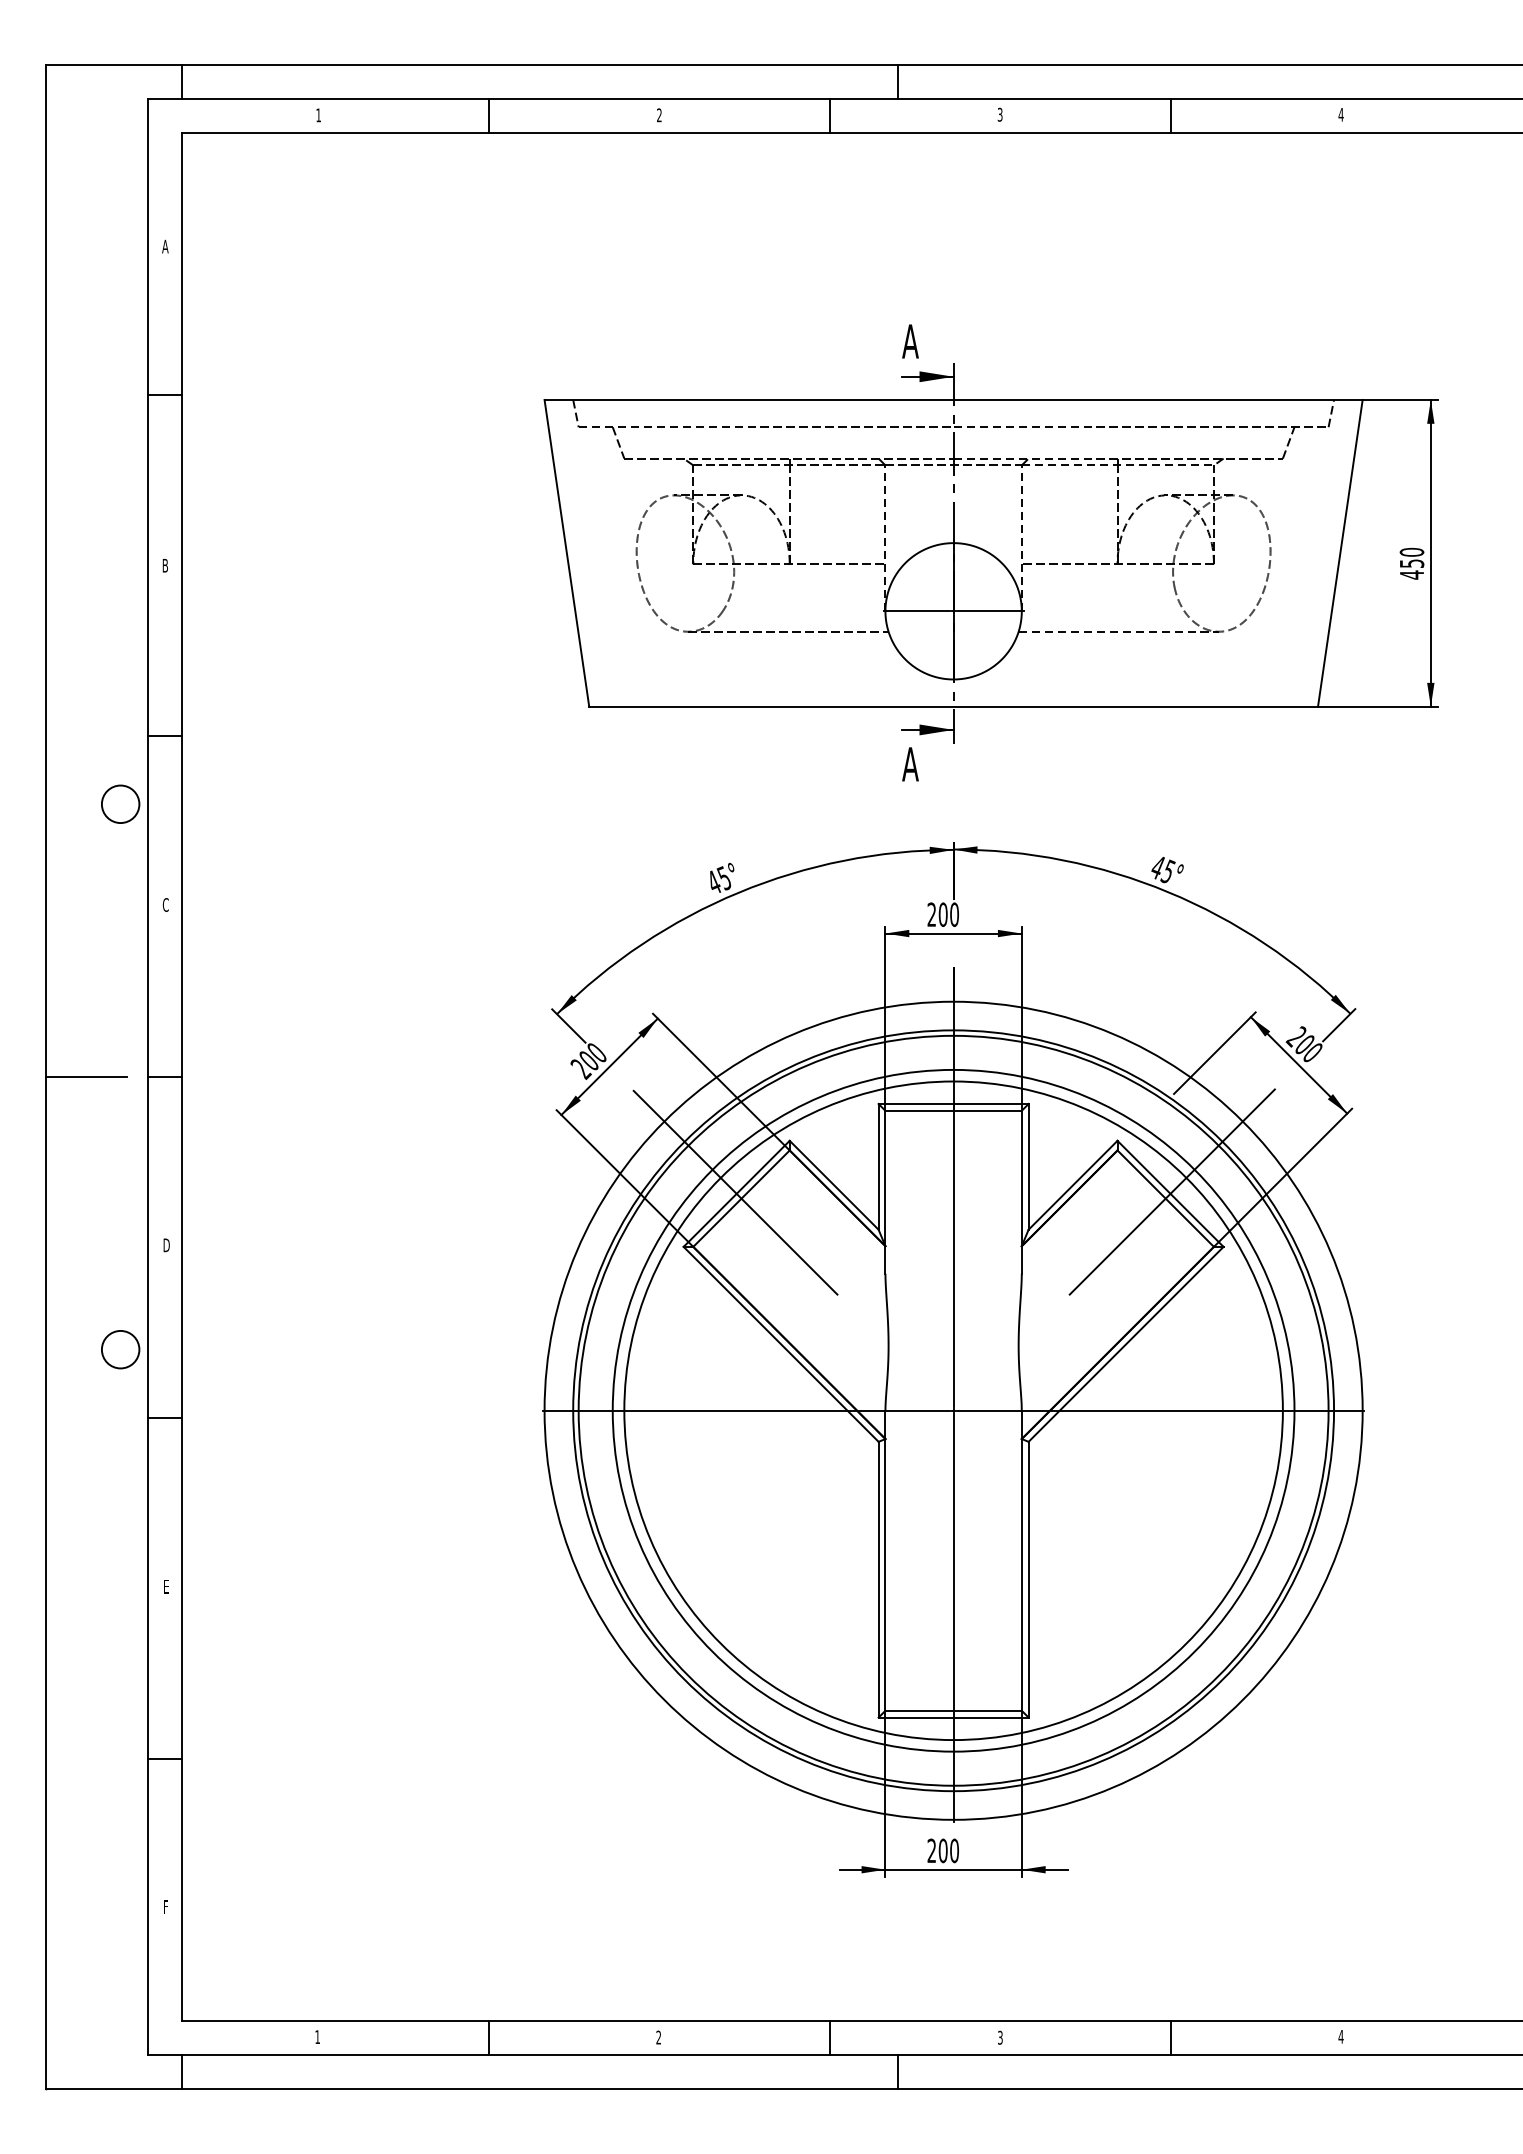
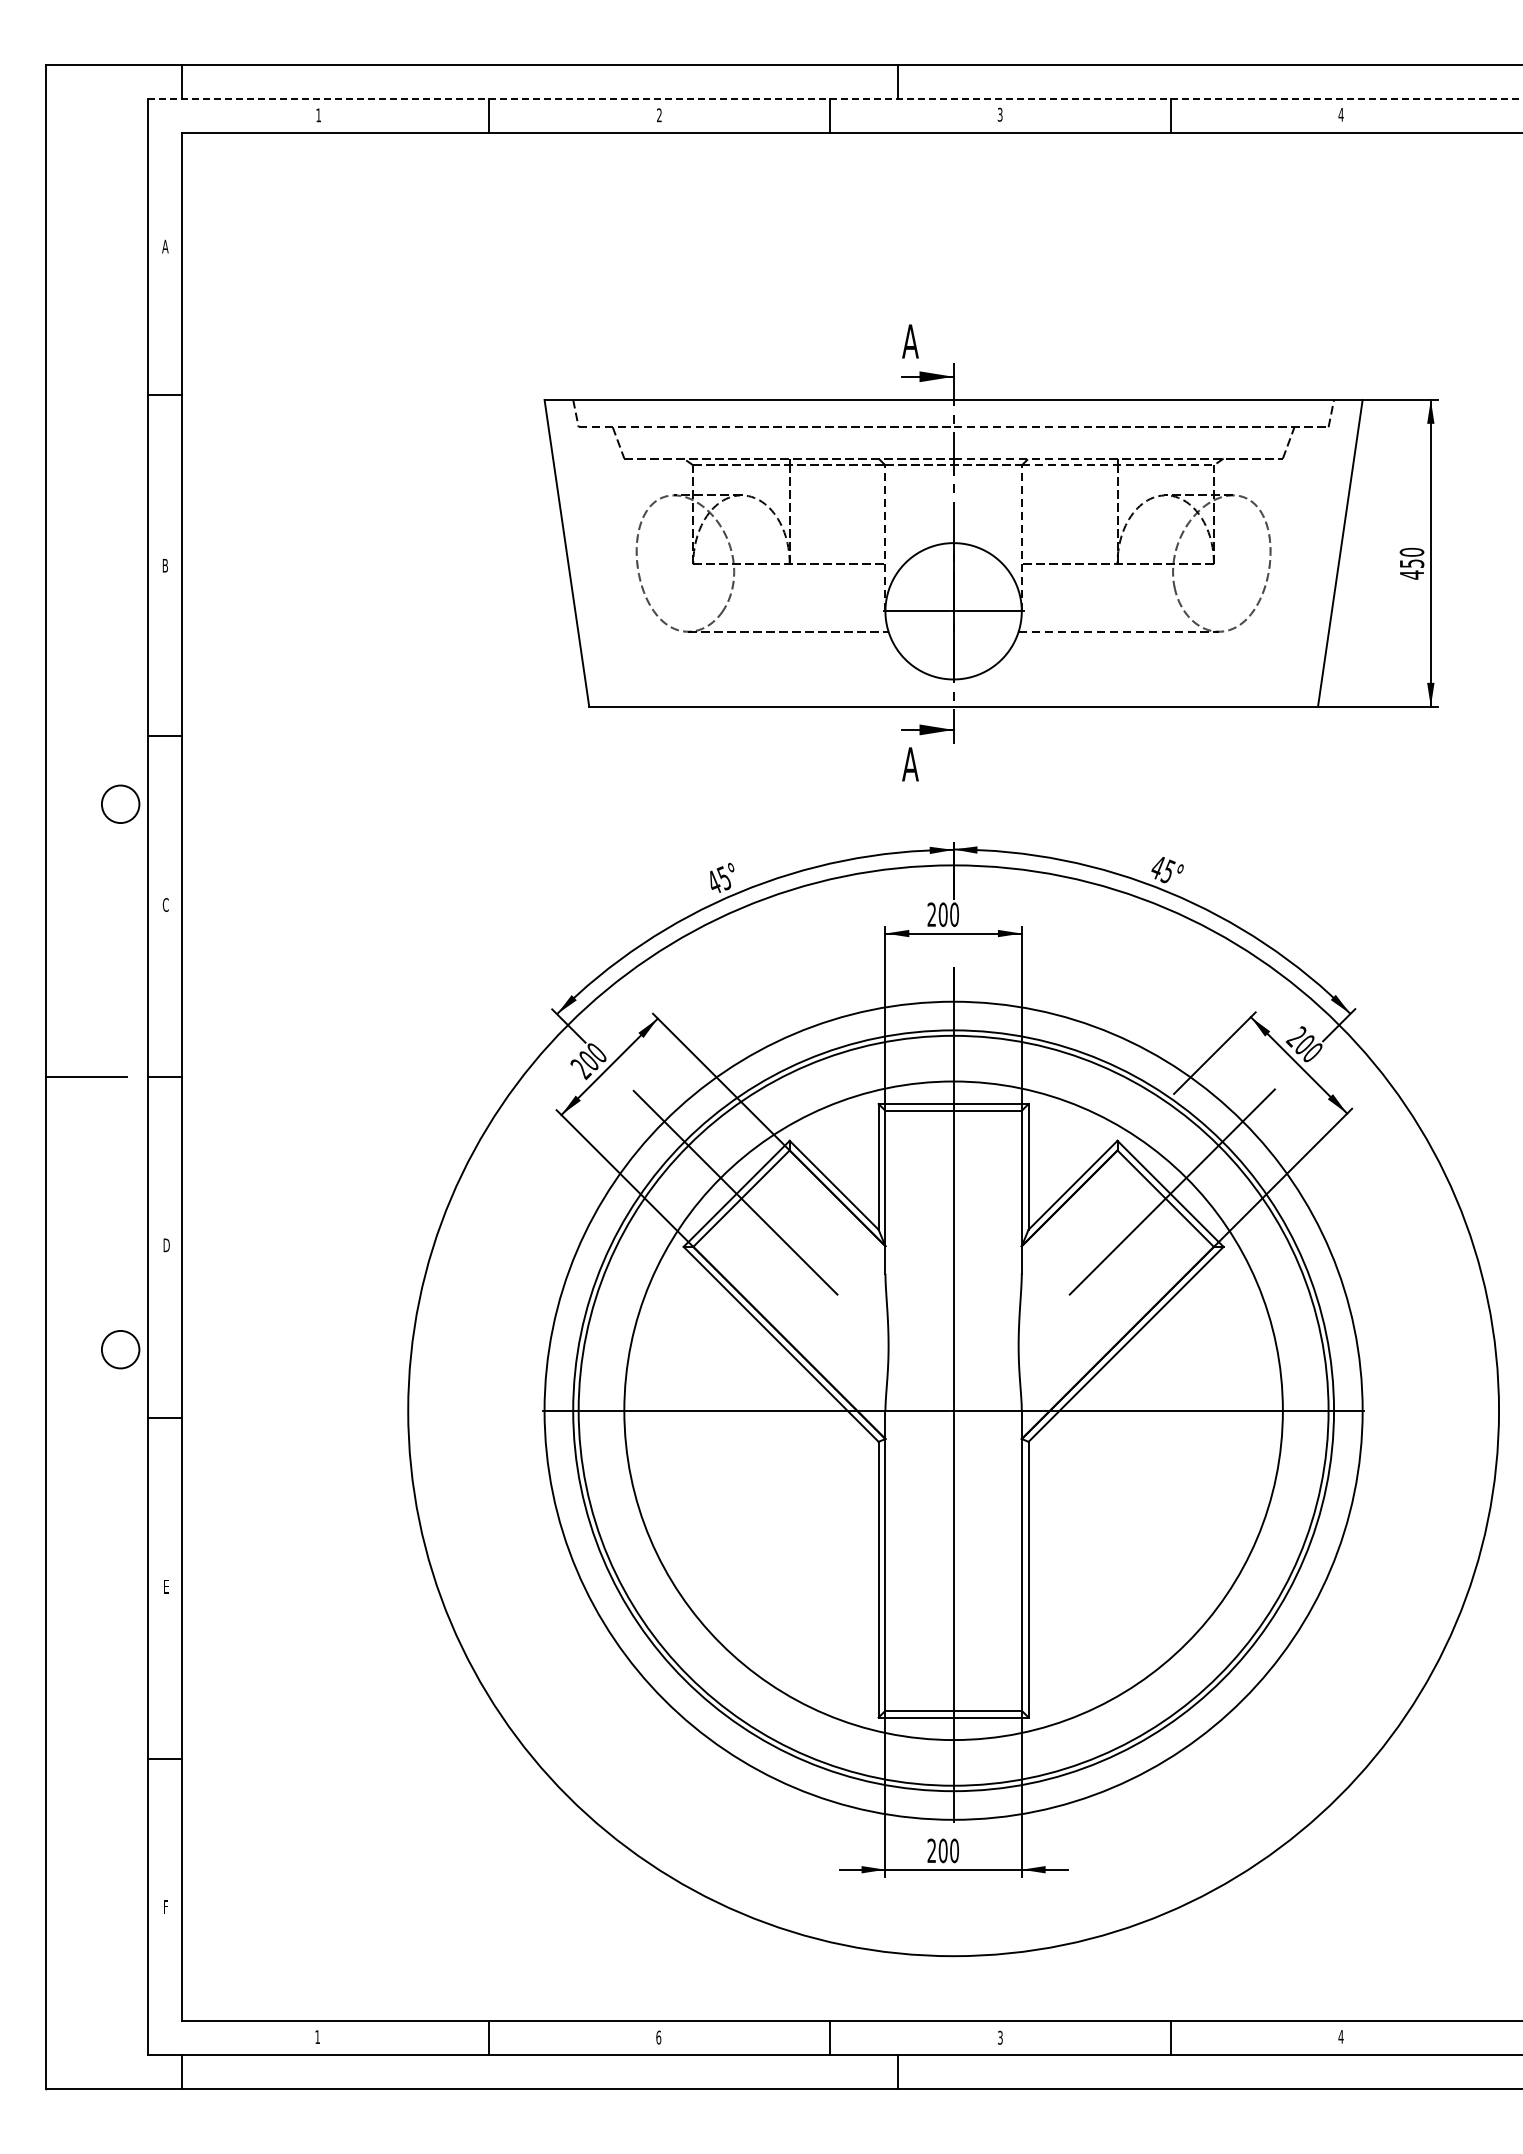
line at (835, 98): solid -> dashed
circle at (953, 1410) diameter: 682 px -> 1091 px
text at (658, 2037): 2 -> 6
